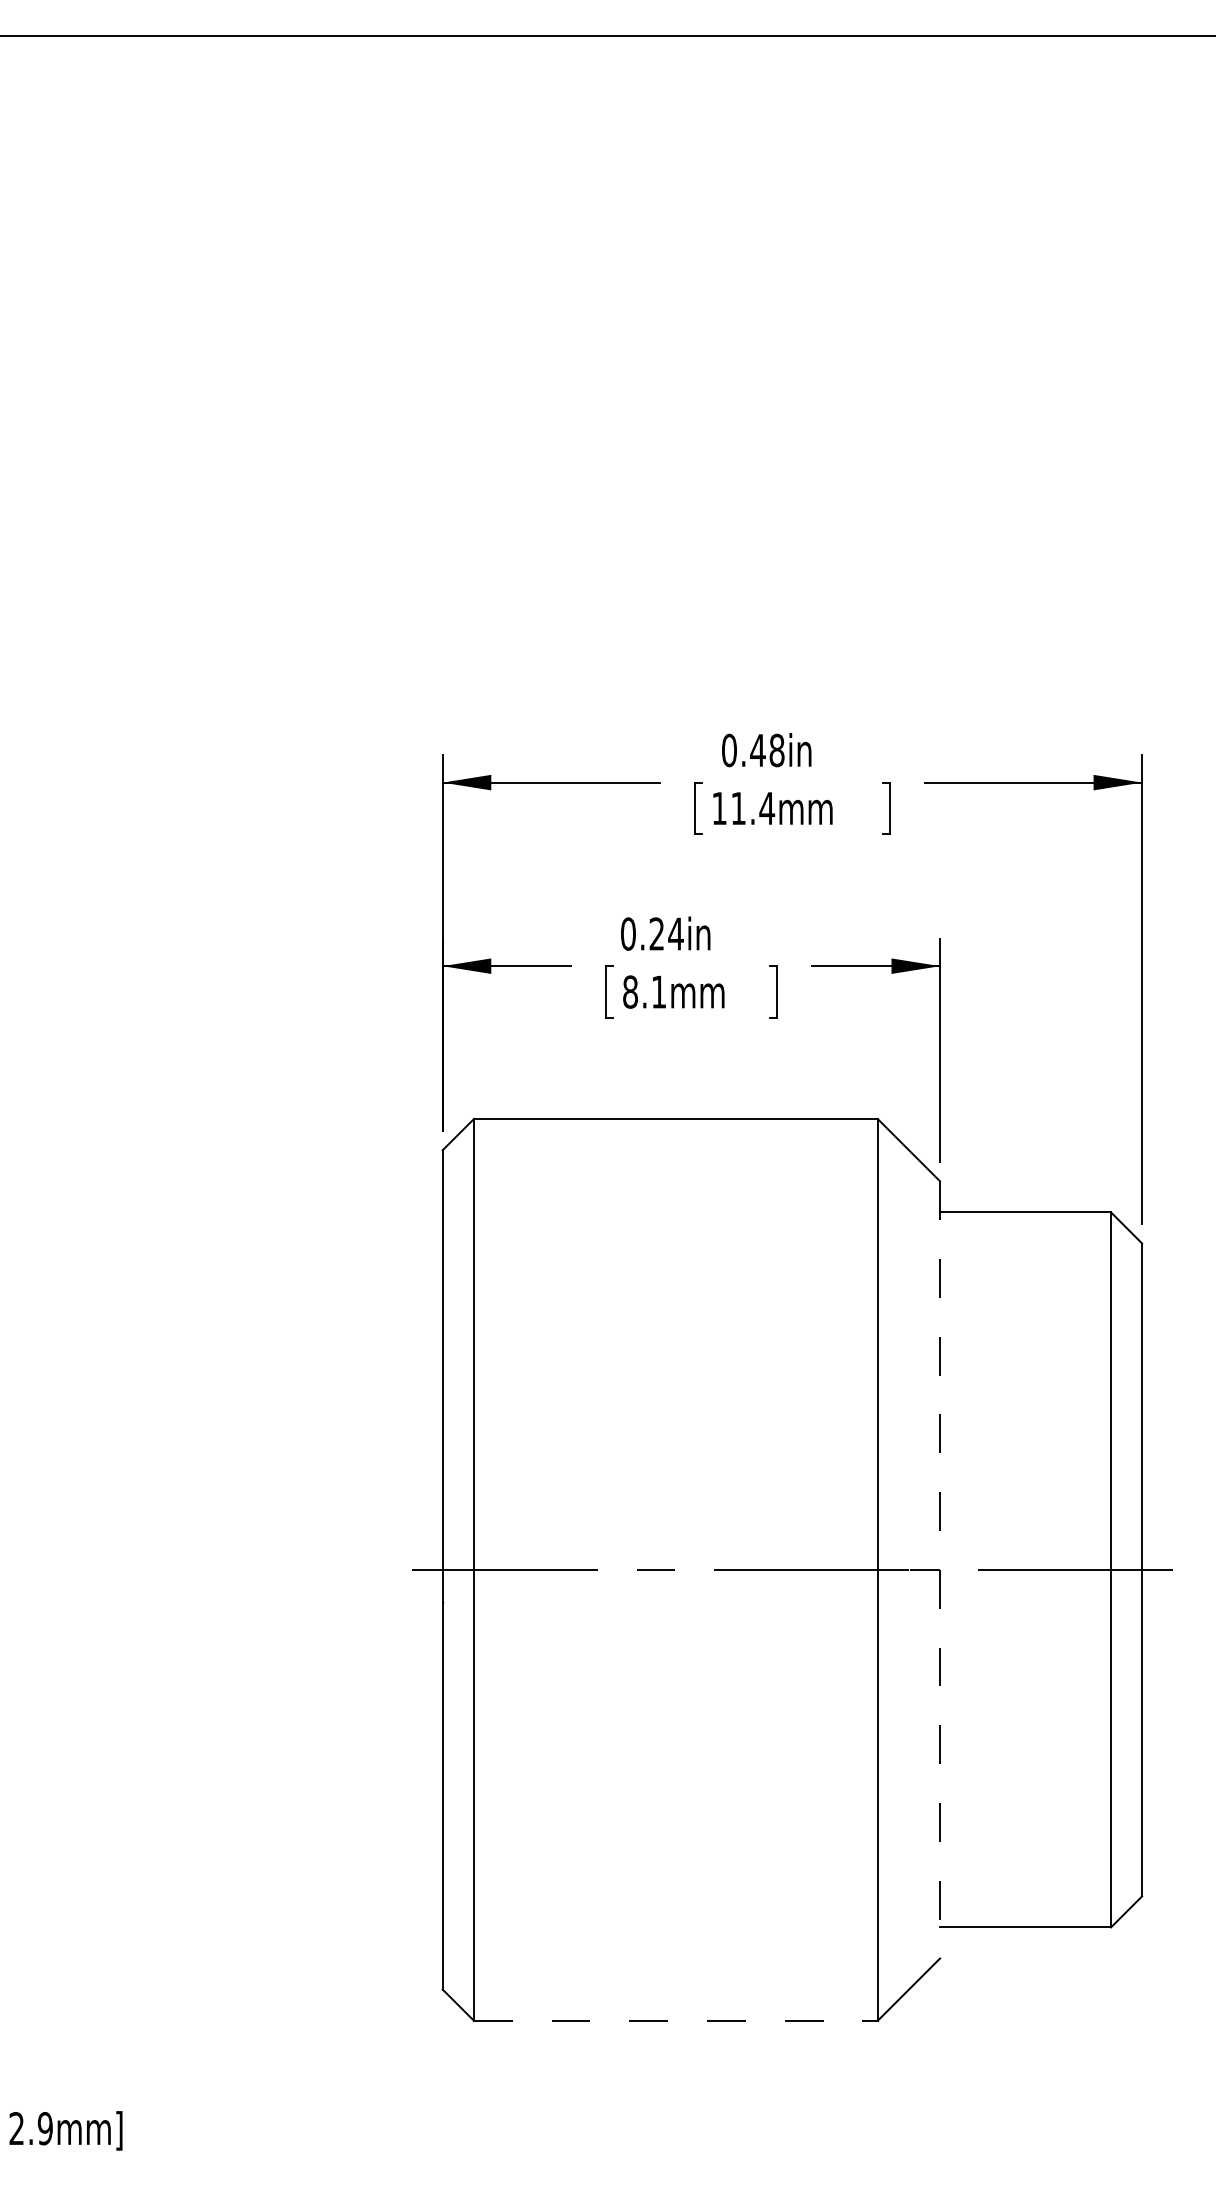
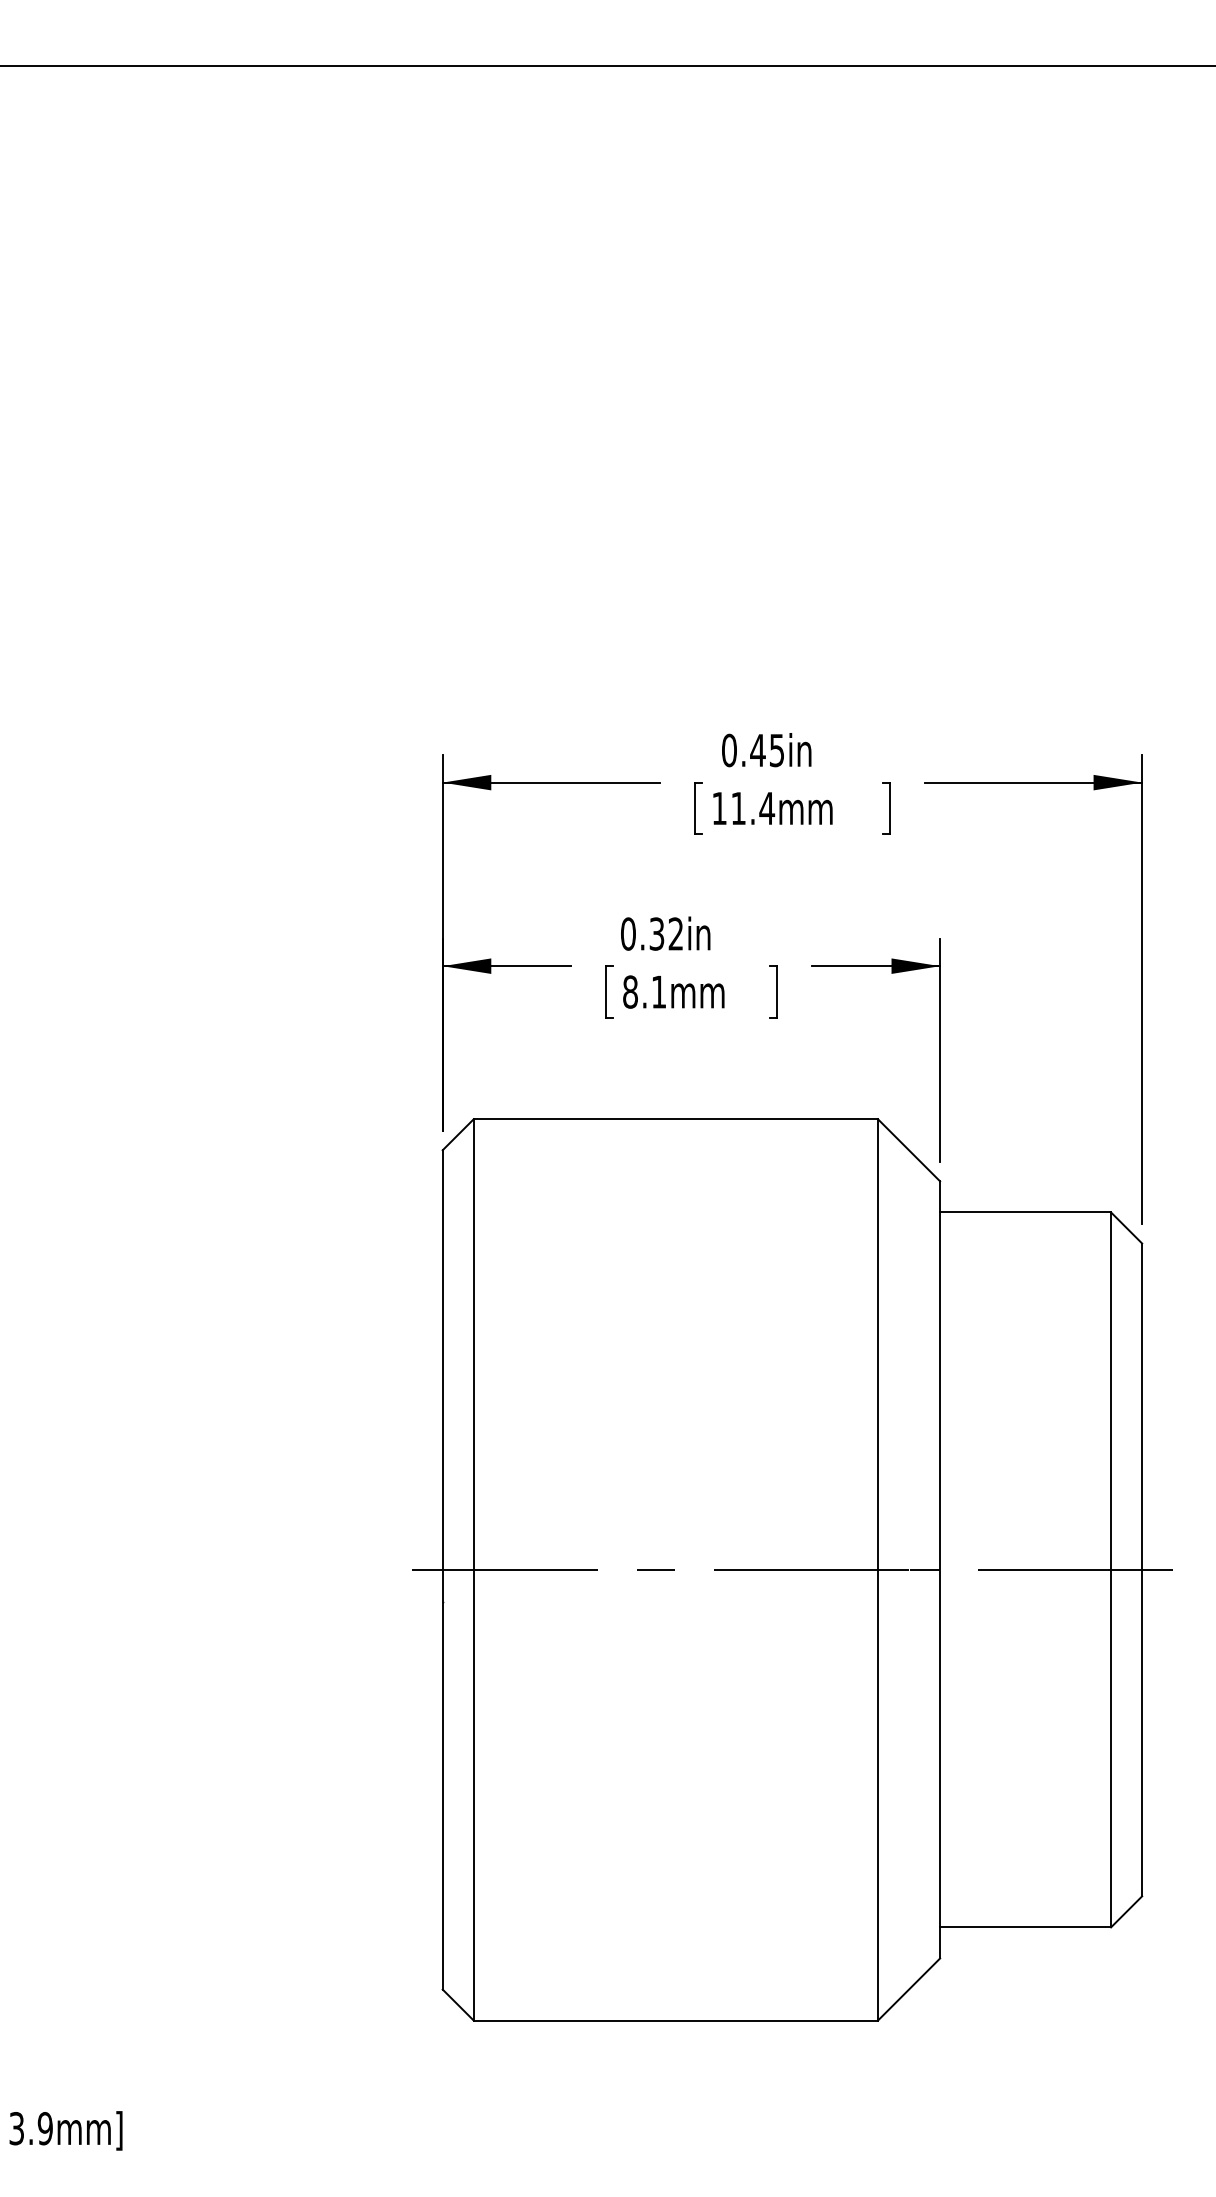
line at (607, 35) position: (607, 35) -> (607, 65)
text at (776, 750): 0.48in -> 0.45in
text at (666, 933): 0.24in -> 0.32in
line at (940, 1569): dashed -> solid
line at (676, 2020): dashed -> solid
text at (16, 2128): 2.9mm] -> 3.9mm]
